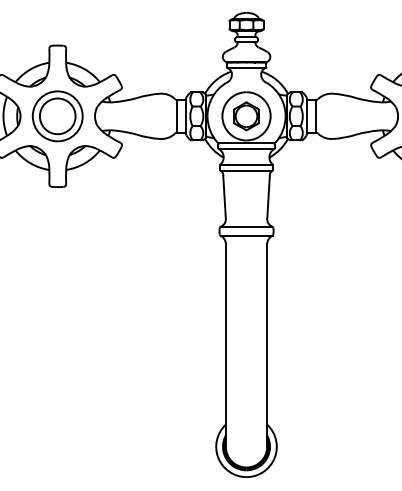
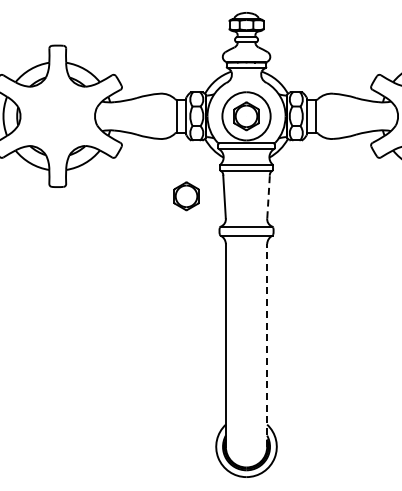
part at (57, 116): present -> none
part at (186, 196): none -> present
line at (268, 196): solid -> dashed
line at (267, 344): solid -> dashed
